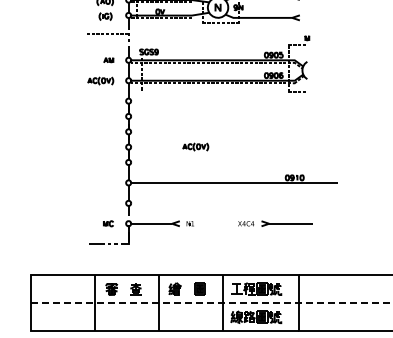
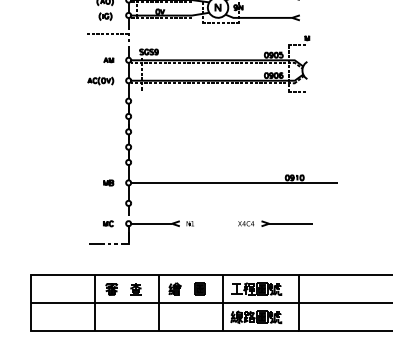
part at (195, 146): present -> none
part at (108, 182): none -> present
line at (212, 302): dashed -> solid
